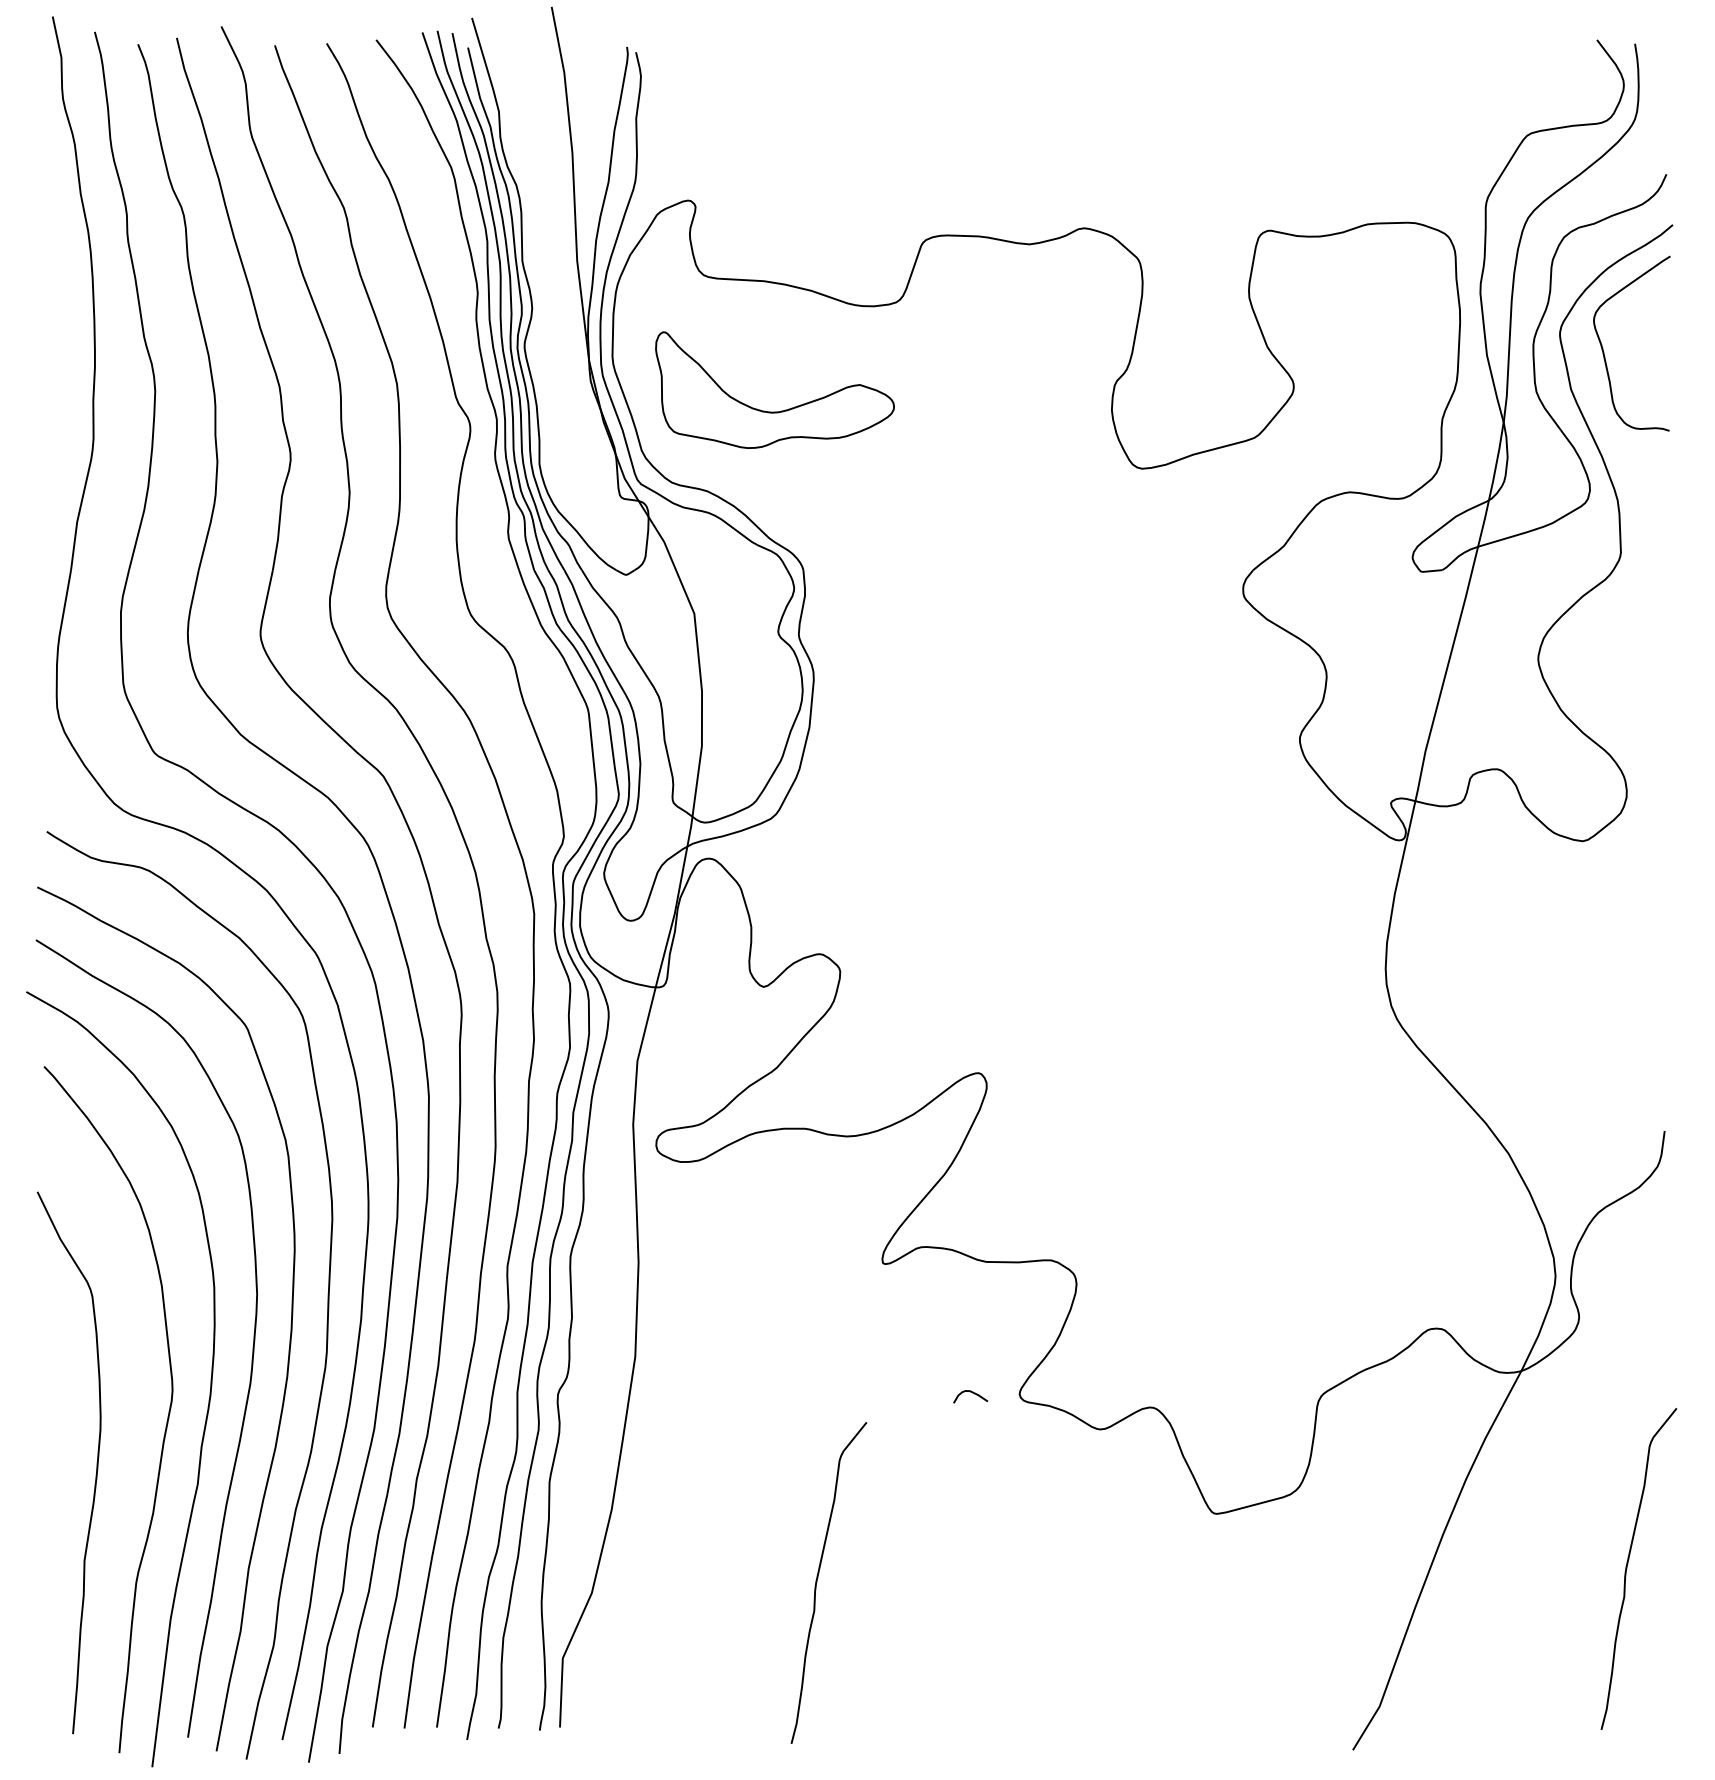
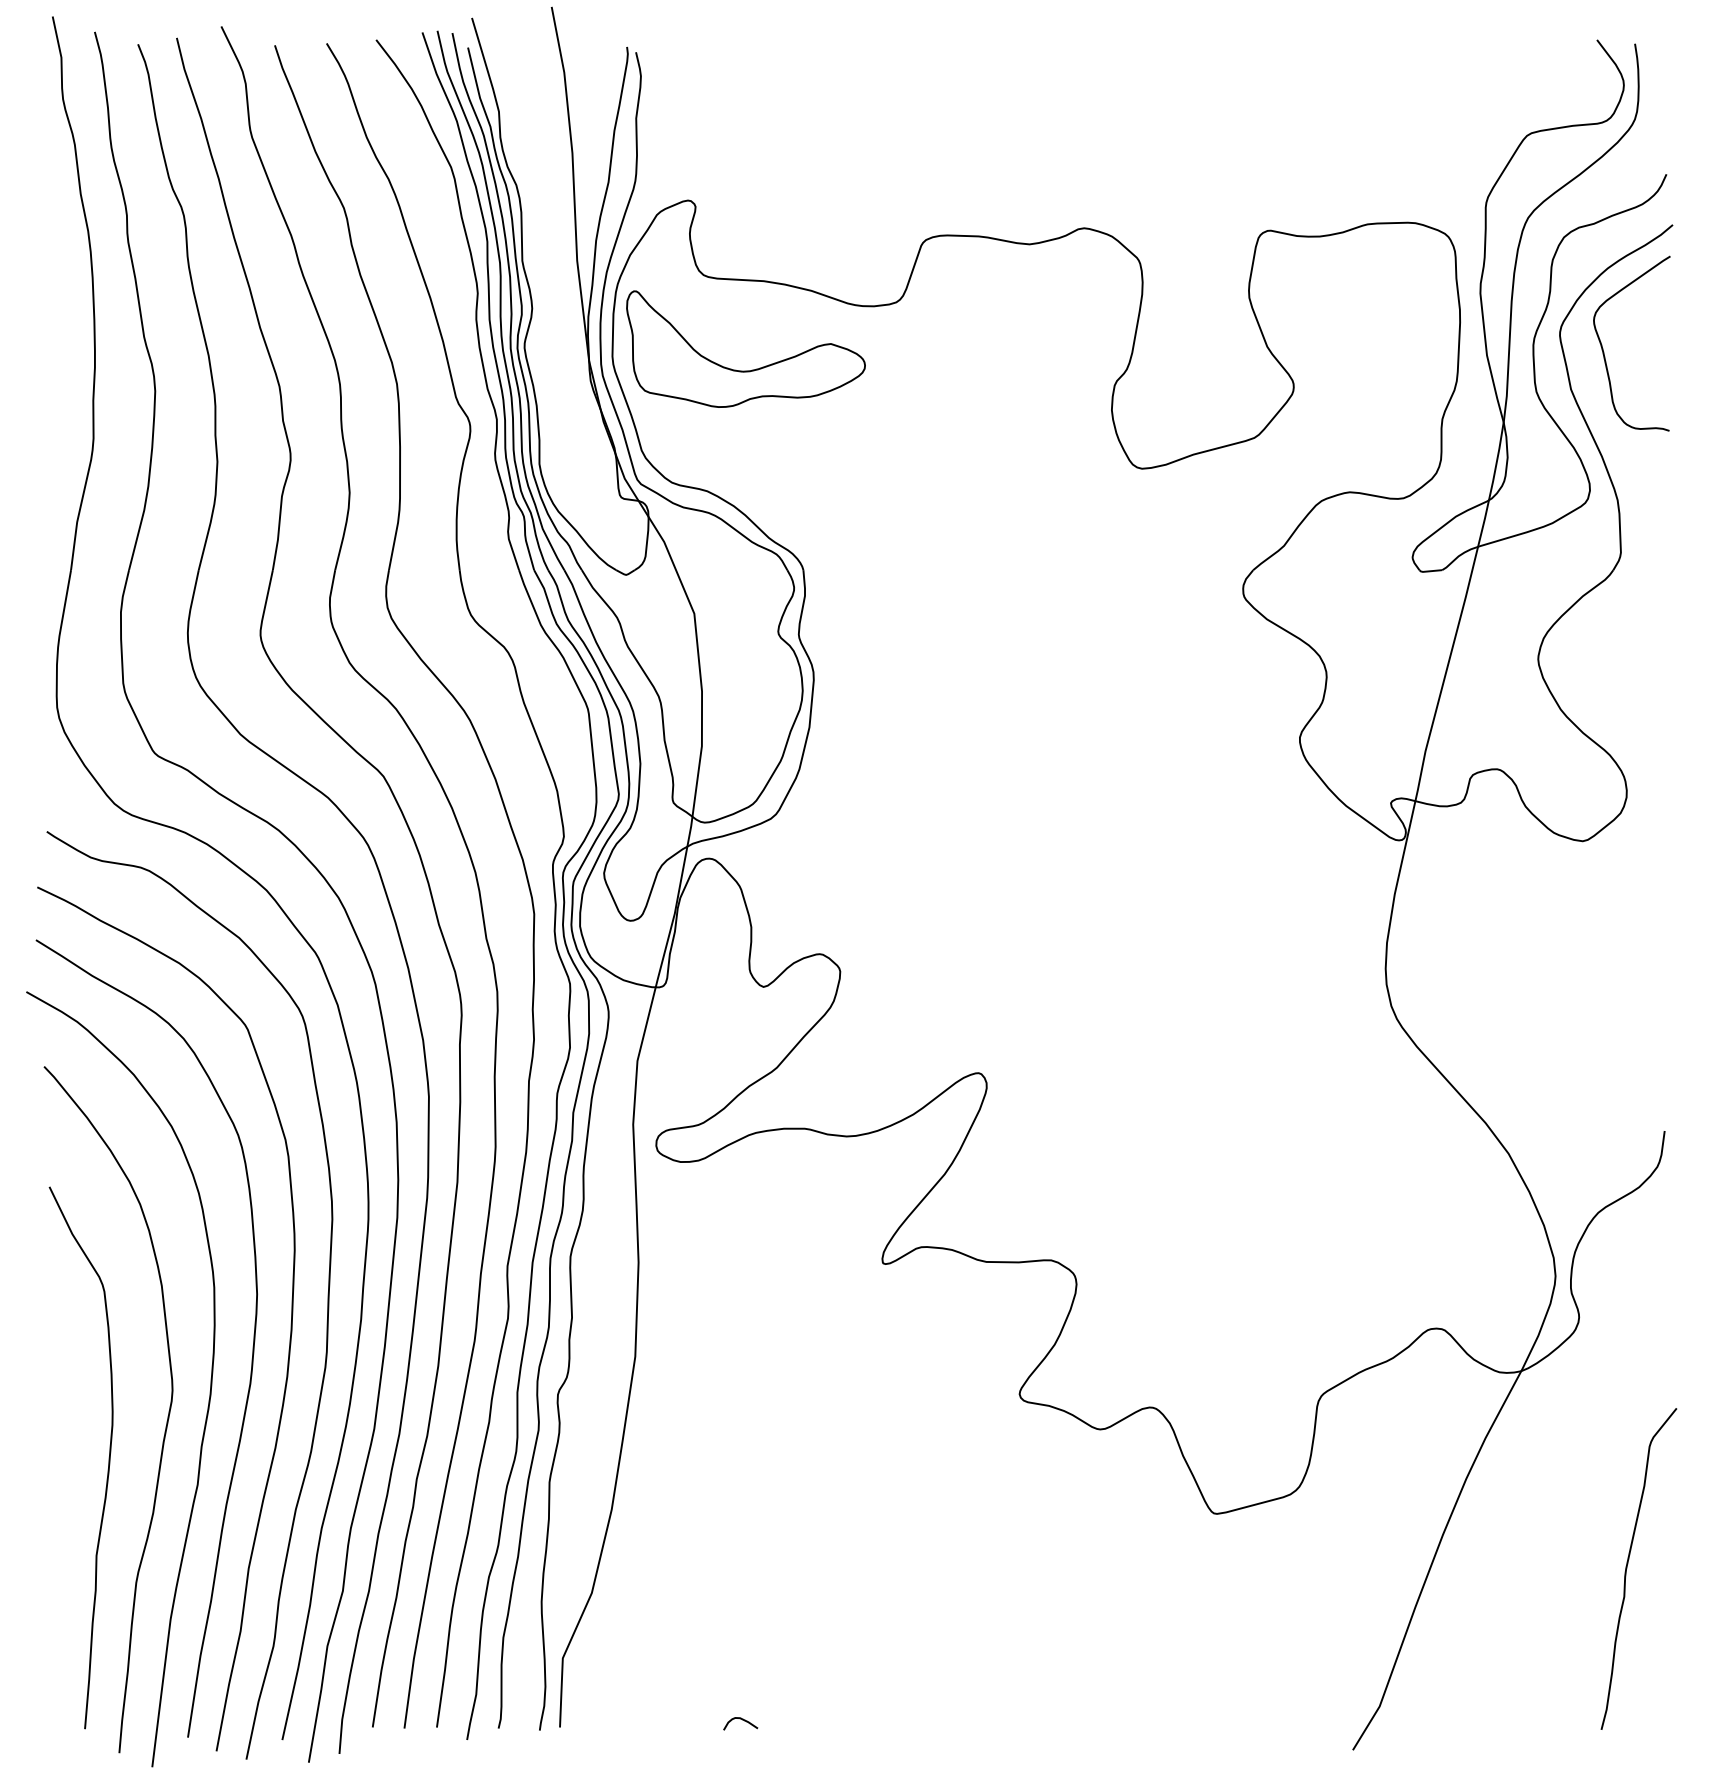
part at (774, 411) position: (774, 411) -> (745, 370)
curve at (972, 1393) position: (972, 1393) -> (742, 1720)
curve at (96, 1462) position: (96, 1462) -> (108, 1457)
curve at (818, 1578): present -> none
